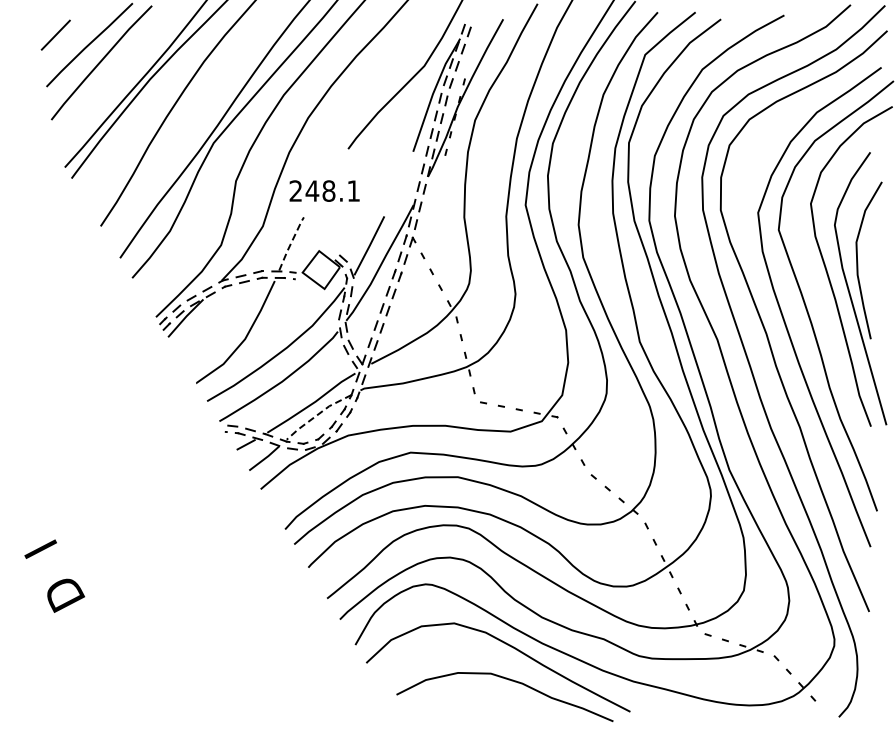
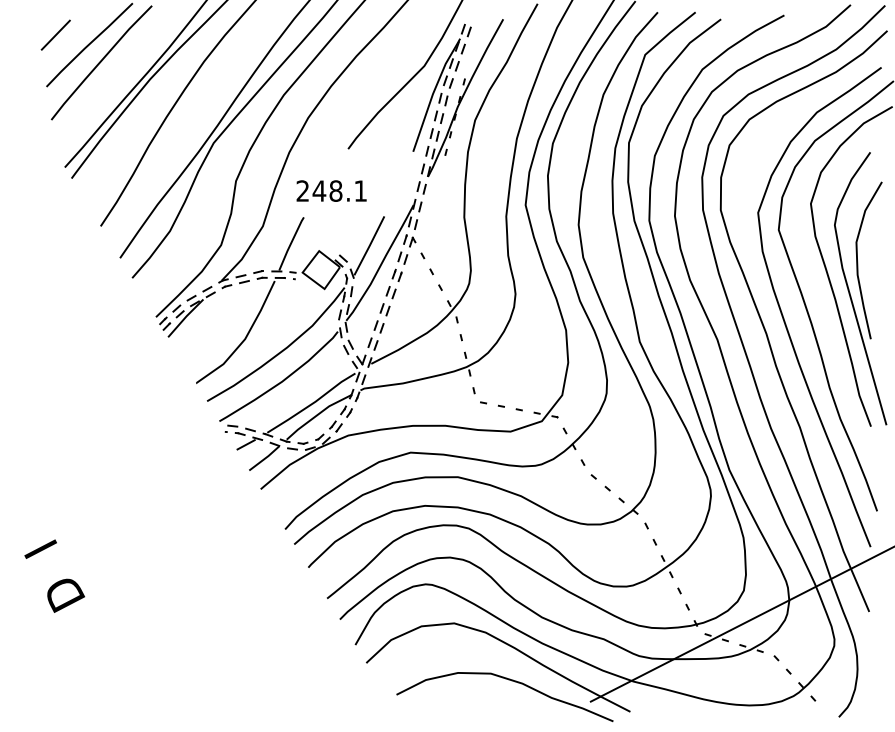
text at (324, 190) position: (324, 190) -> (331, 190)
line at (291, 243): dashed -> solid
line at (317, 415): dashed -> solid
line at (740, 624): none -> present
